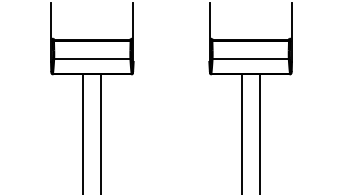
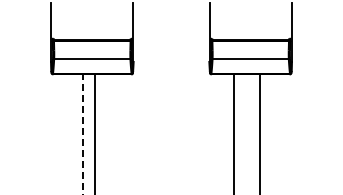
line at (101, 132) position: (101, 132) -> (95, 132)
line at (241, 132) position: (241, 132) -> (233, 132)
line at (83, 134): solid -> dashed
